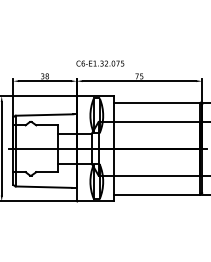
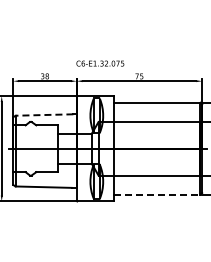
line at (44, 115): solid -> dashed
line at (157, 194): solid -> dashed
